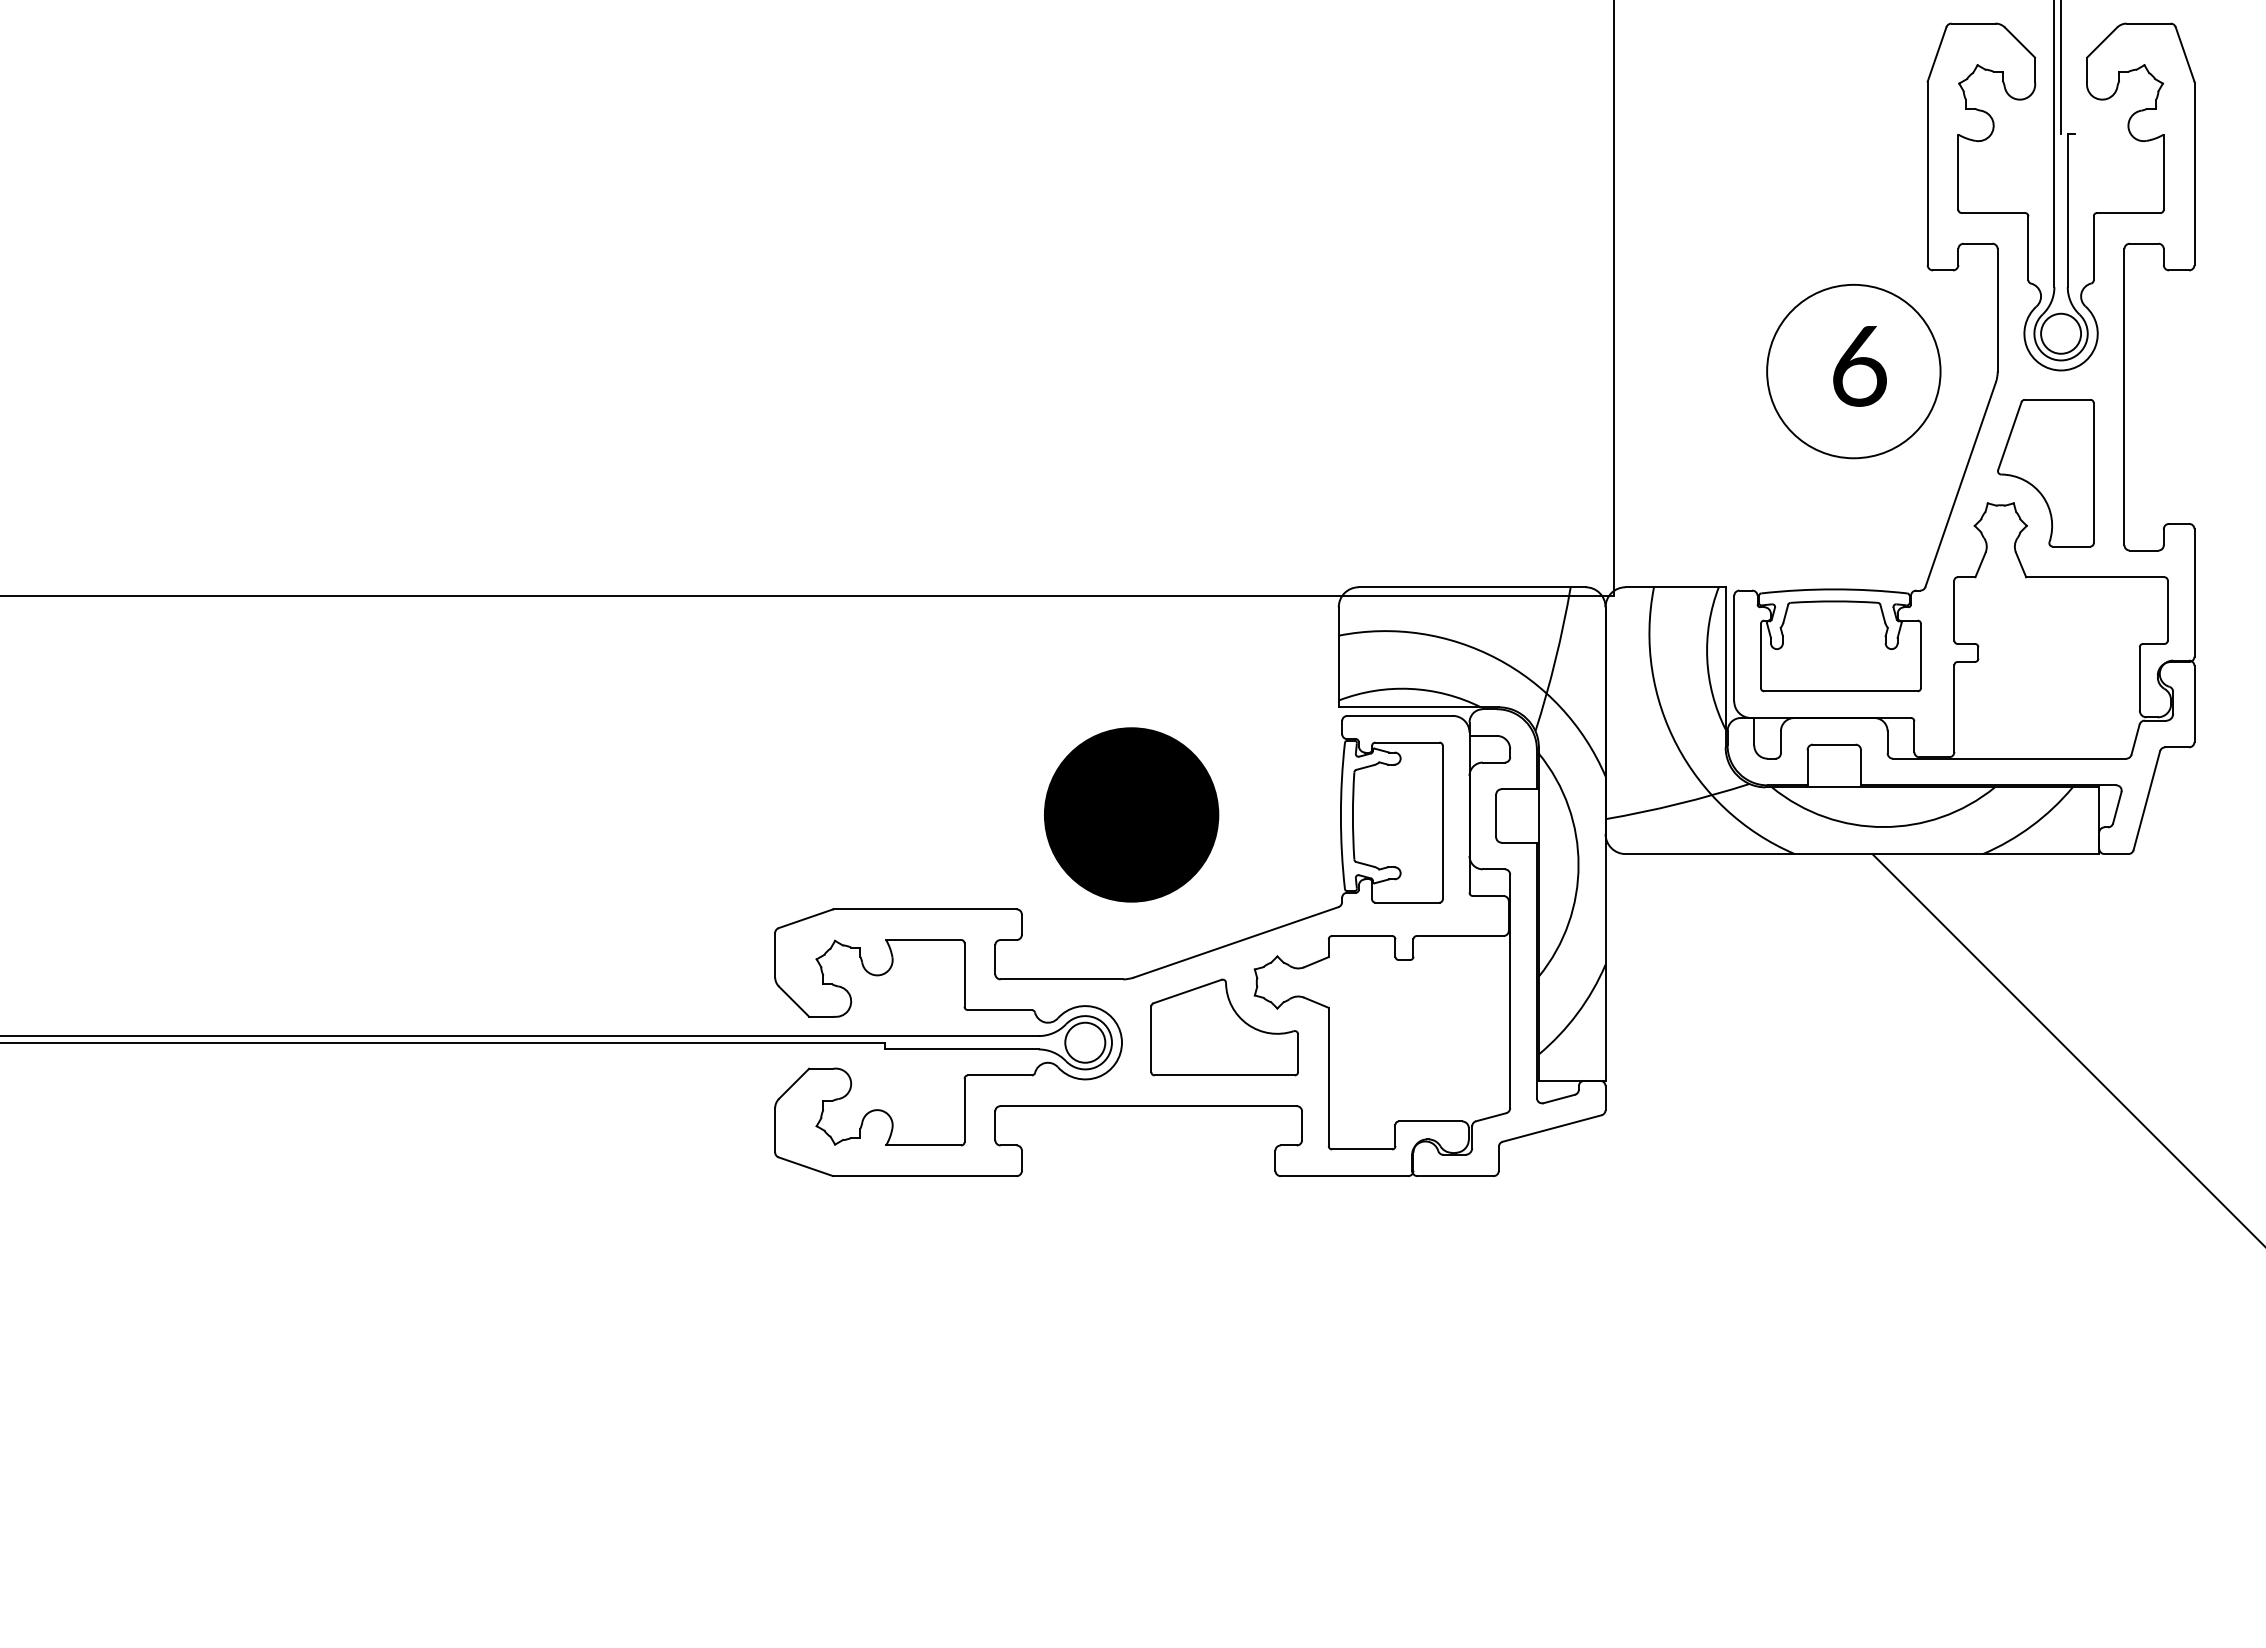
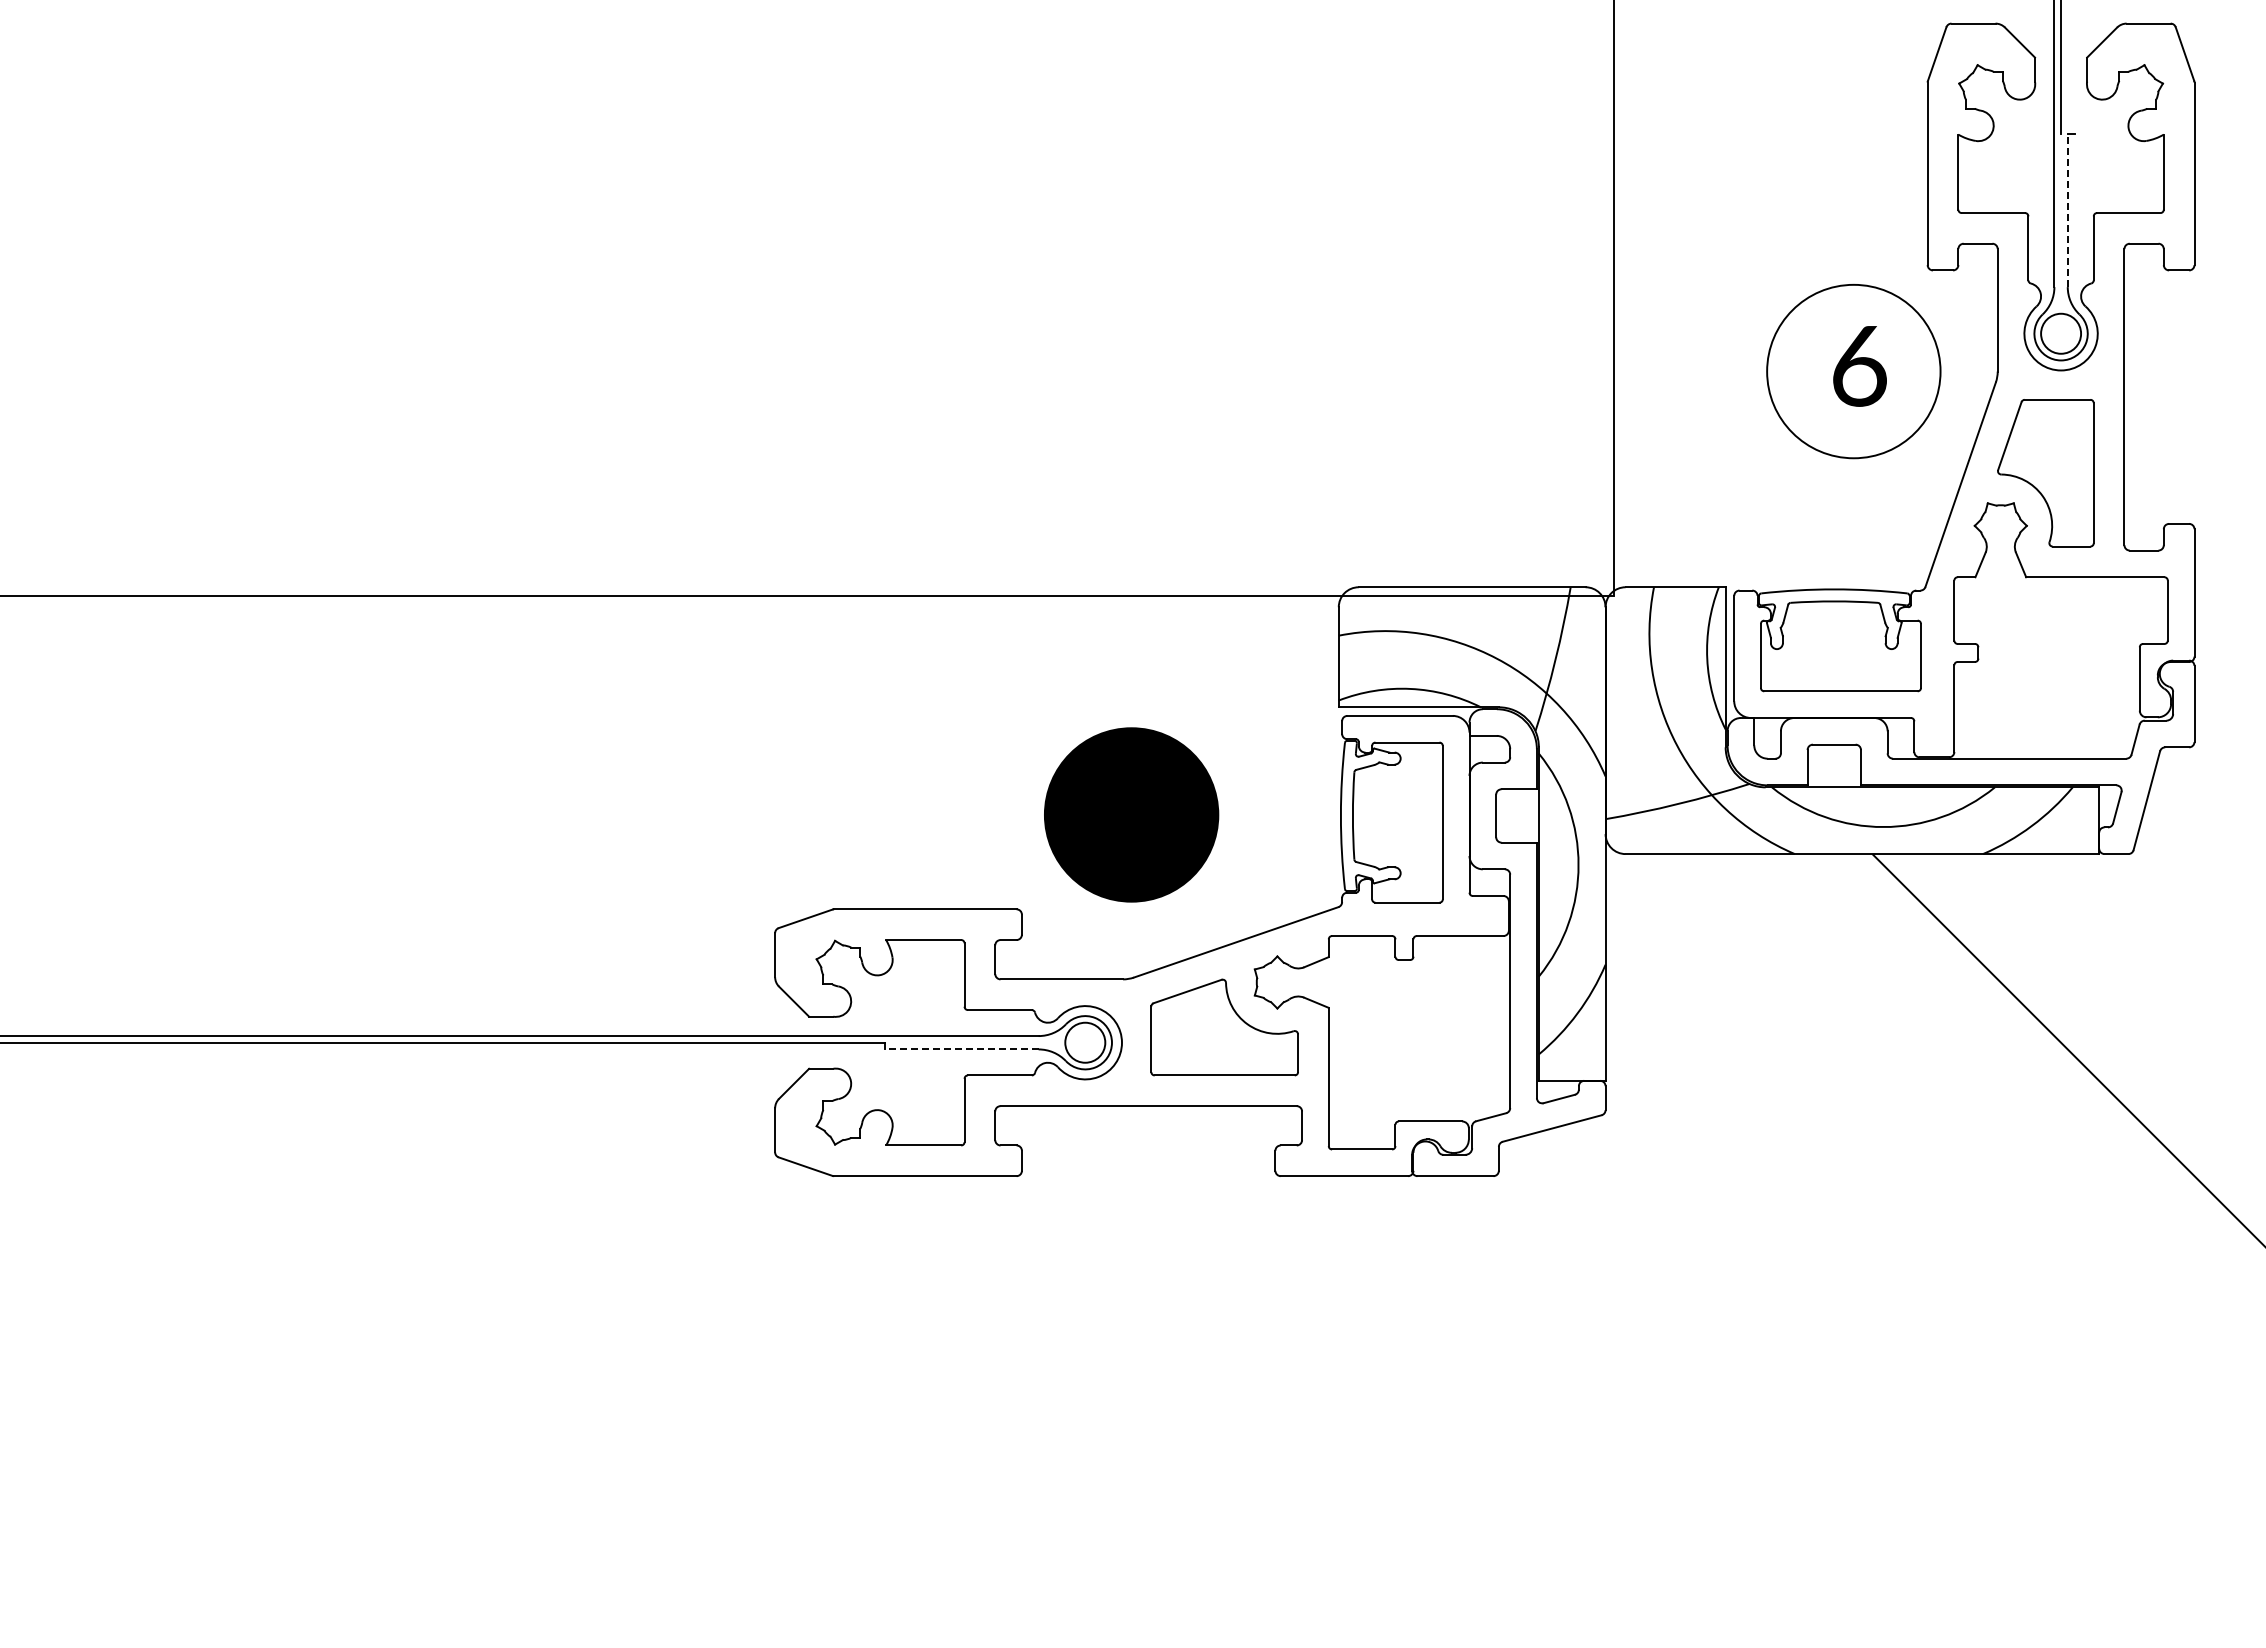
line at (2067, 210): solid -> dashed
line at (961, 1049): solid -> dashed
